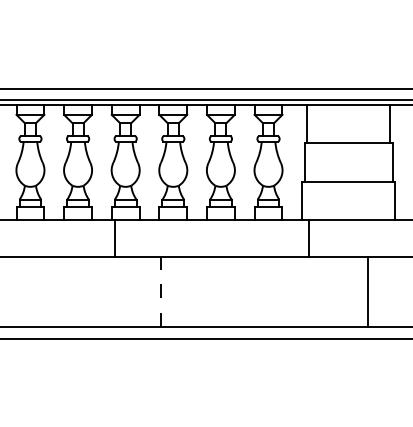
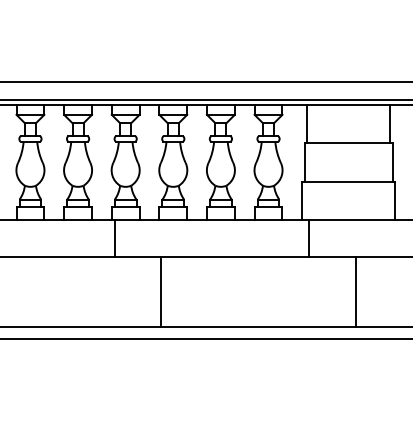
line at (205, 88) position: (205, 88) -> (205, 81)
line at (367, 291) position: (367, 291) -> (355, 291)
line at (161, 292): dashed -> solid
